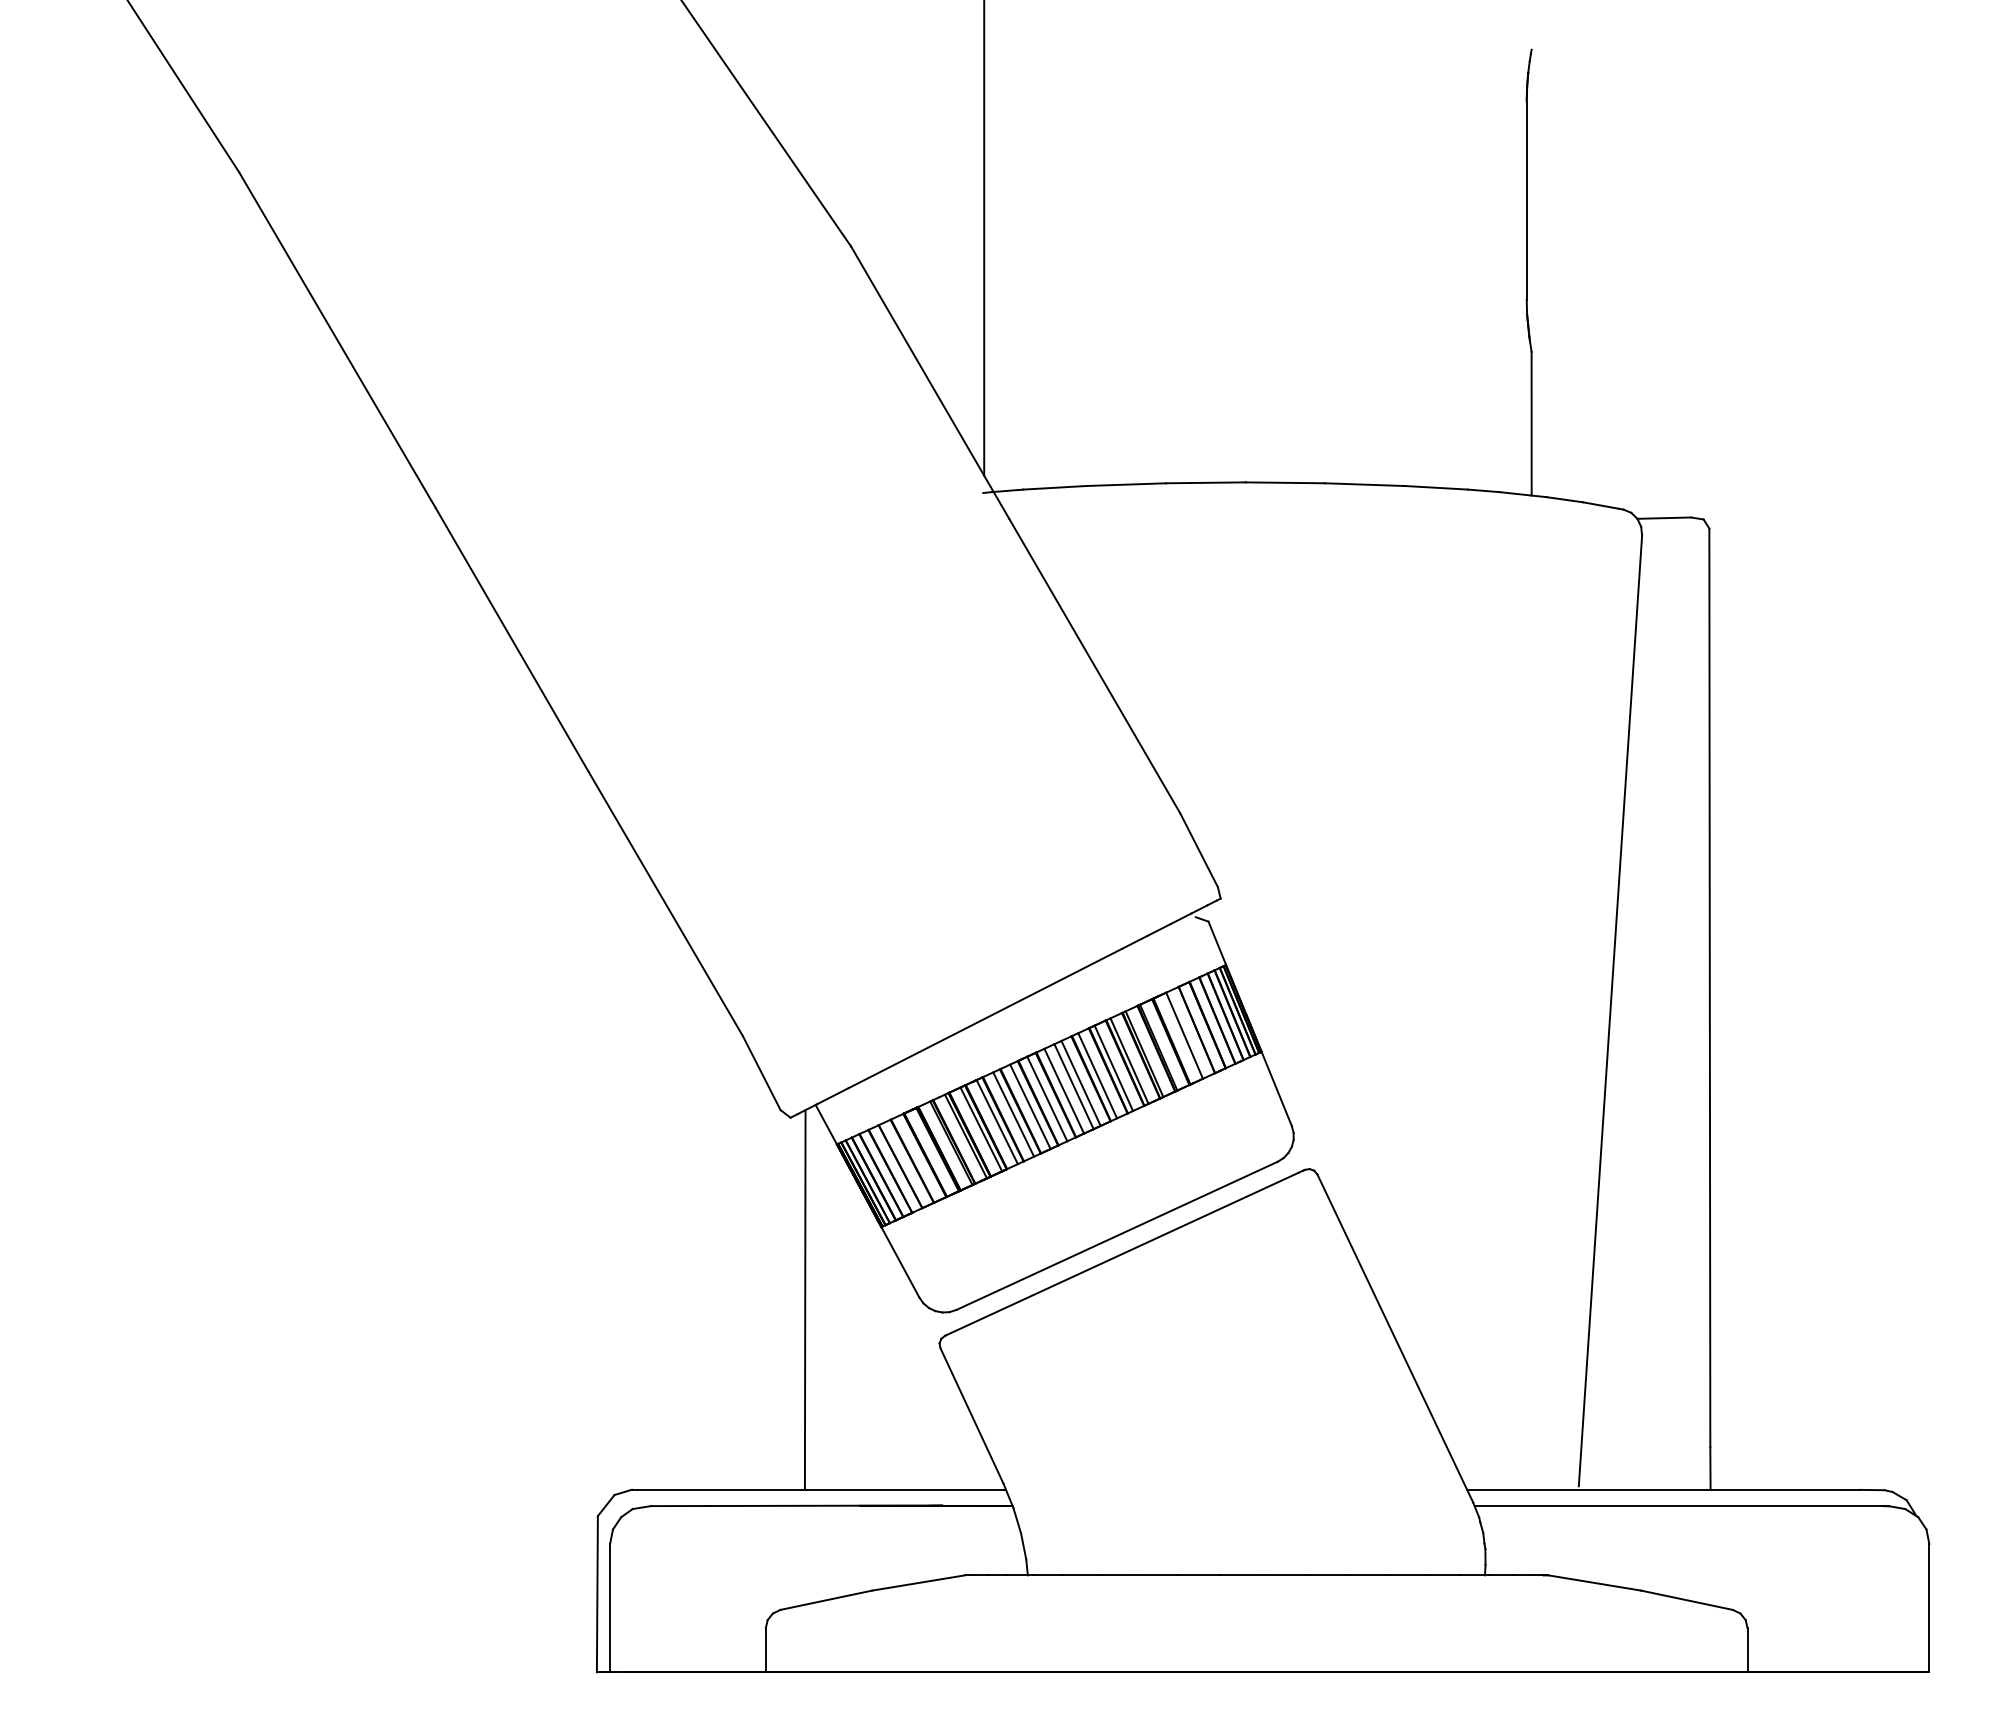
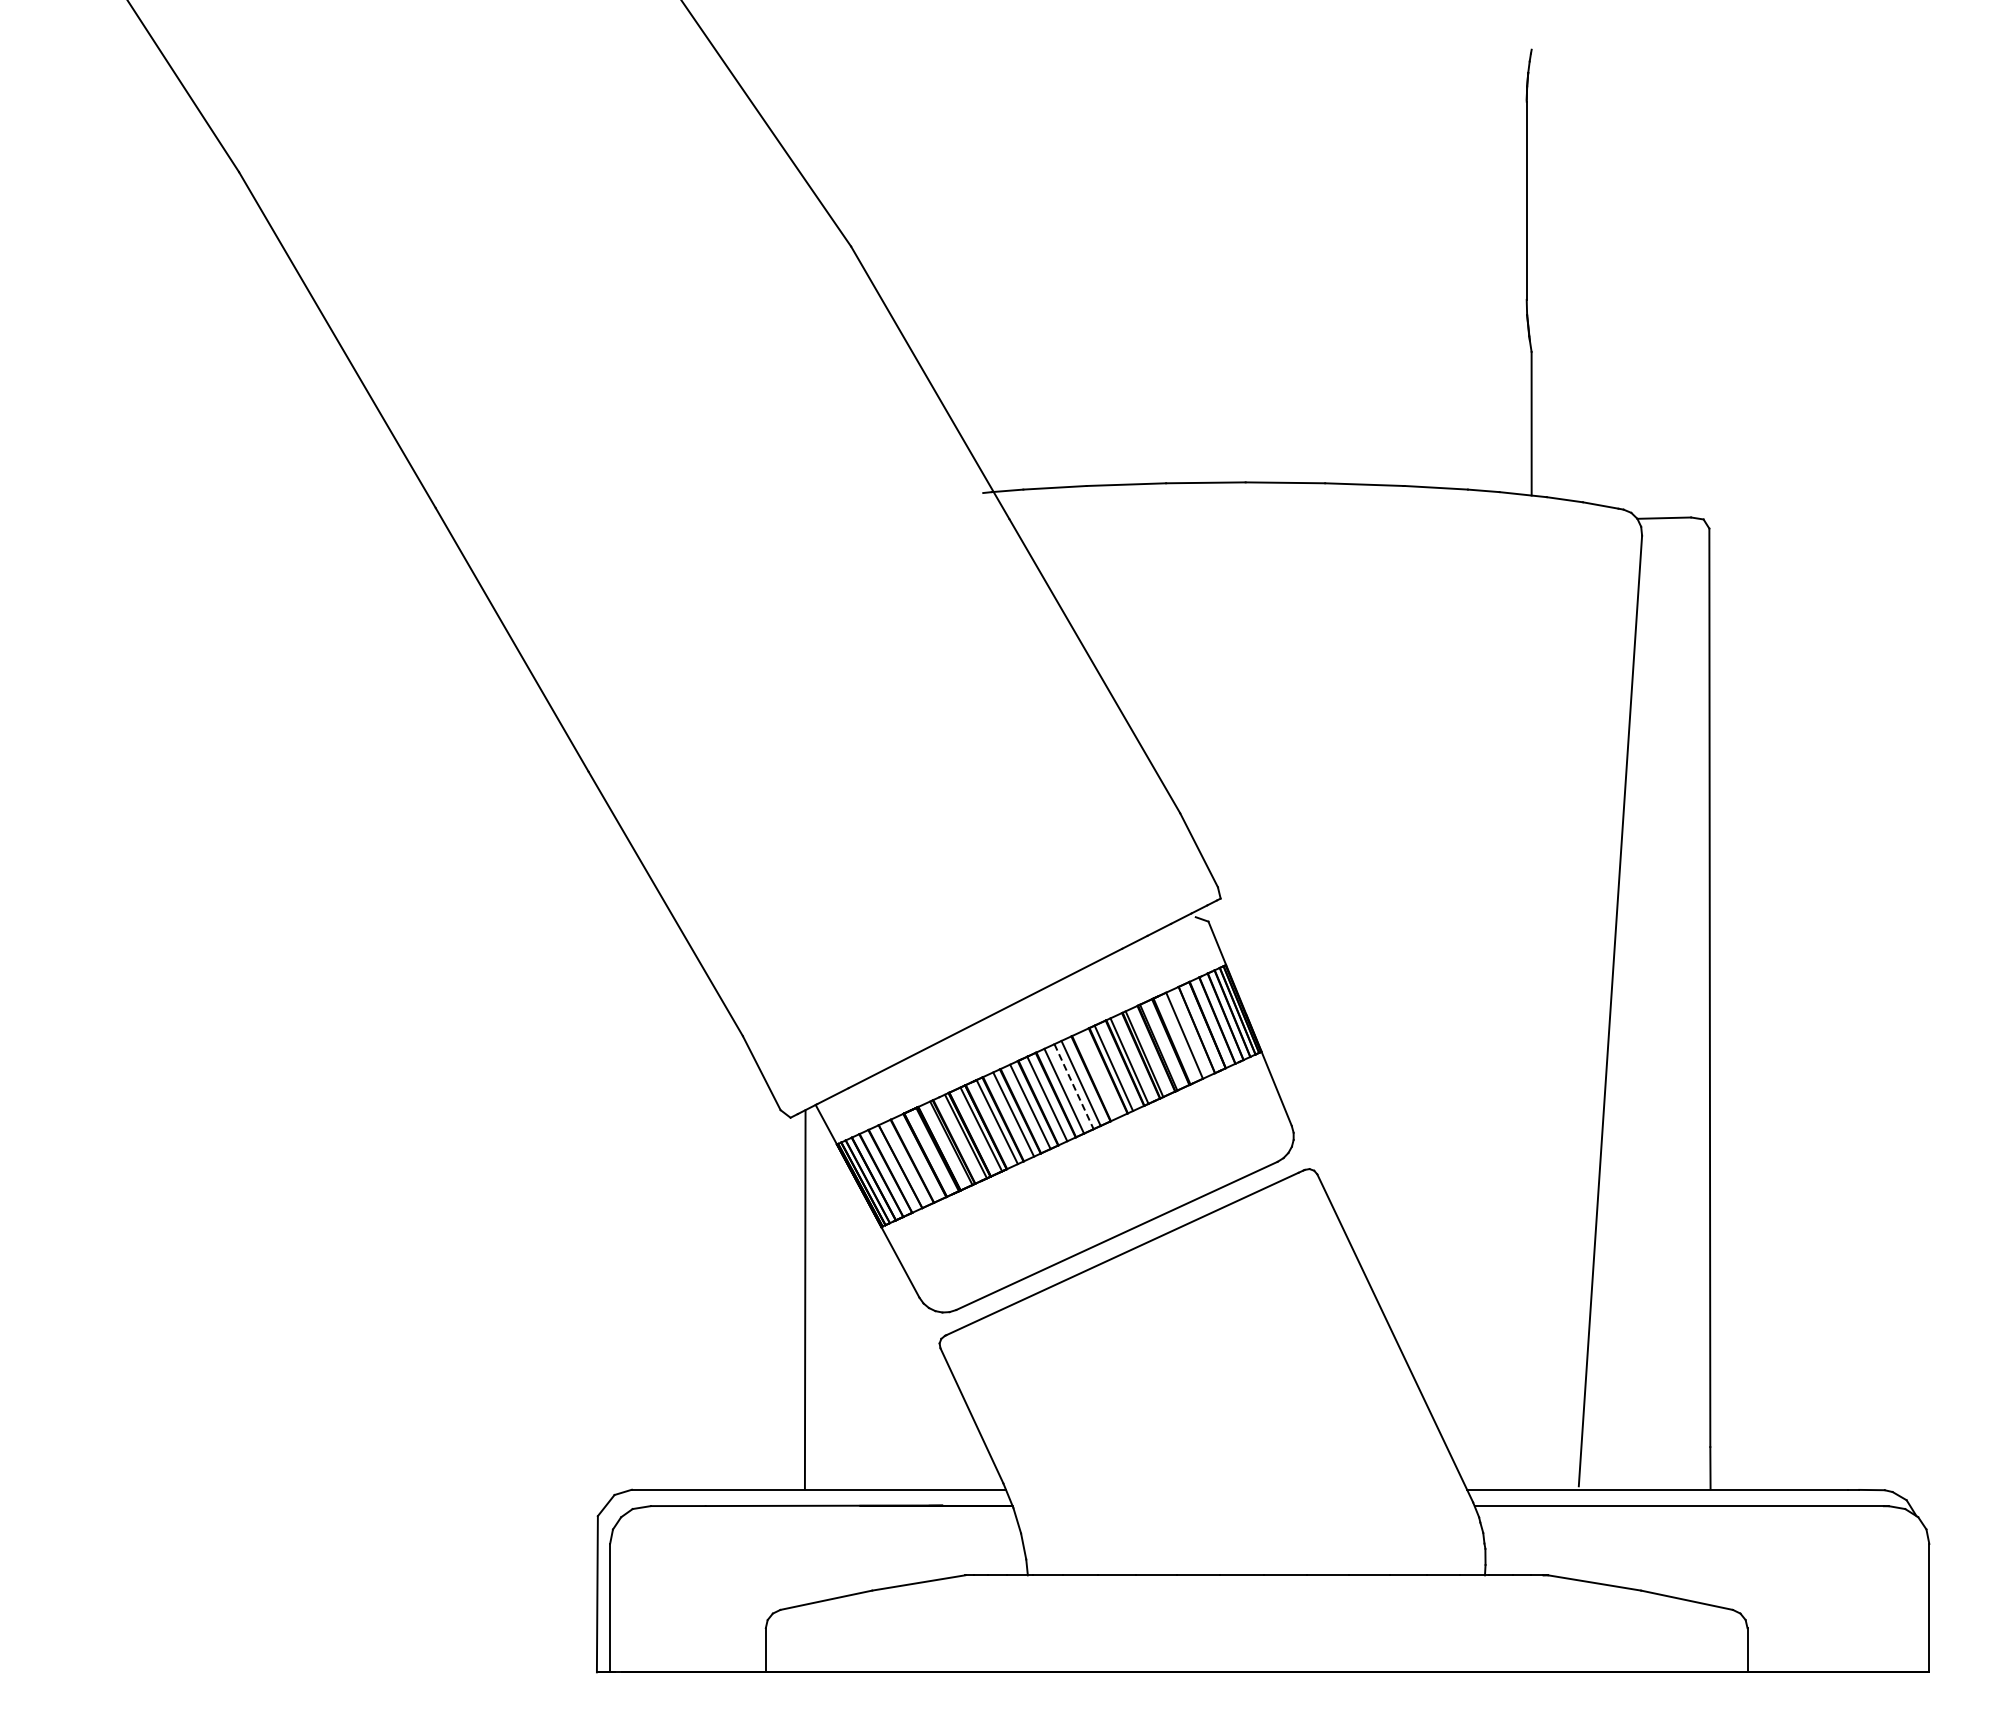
line at (984, 238): present -> none
line at (1097, 1075): present -> none
line at (1074, 1086): solid -> dashed
